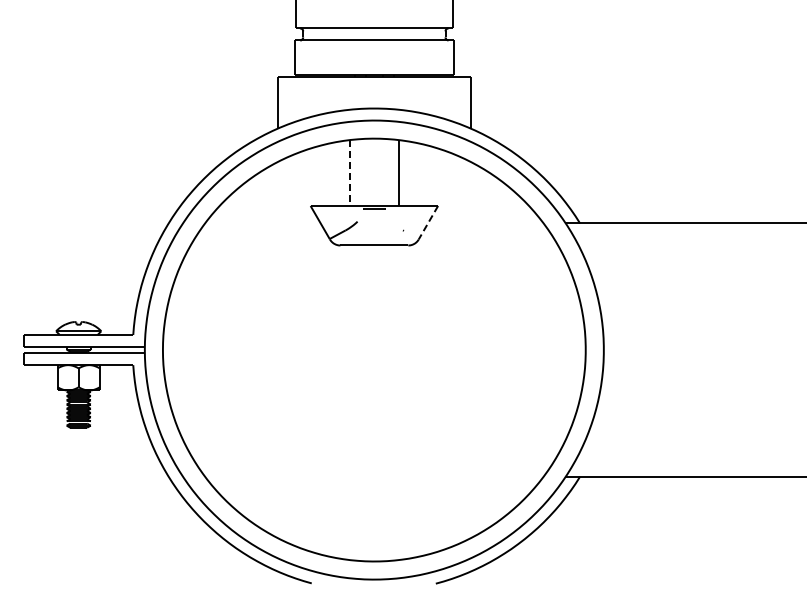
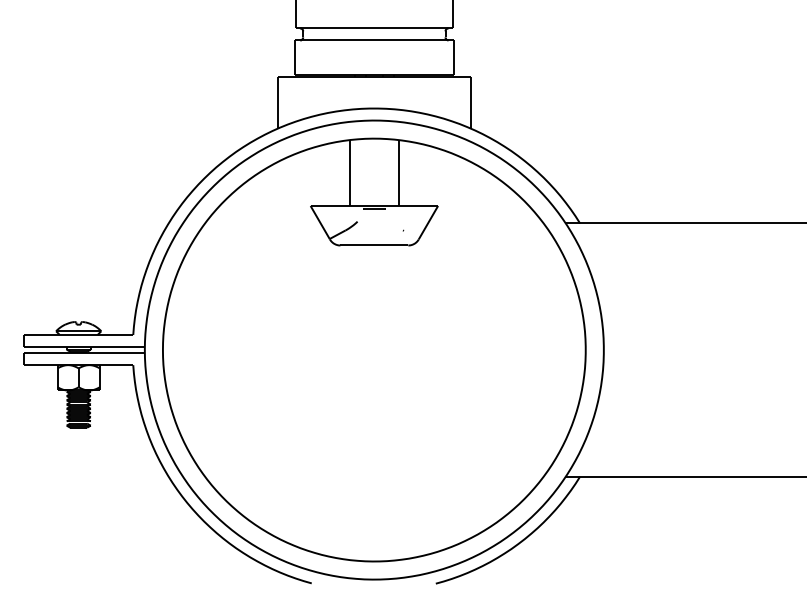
line at (350, 173): dashed -> solid
line at (428, 223): dashed -> solid
